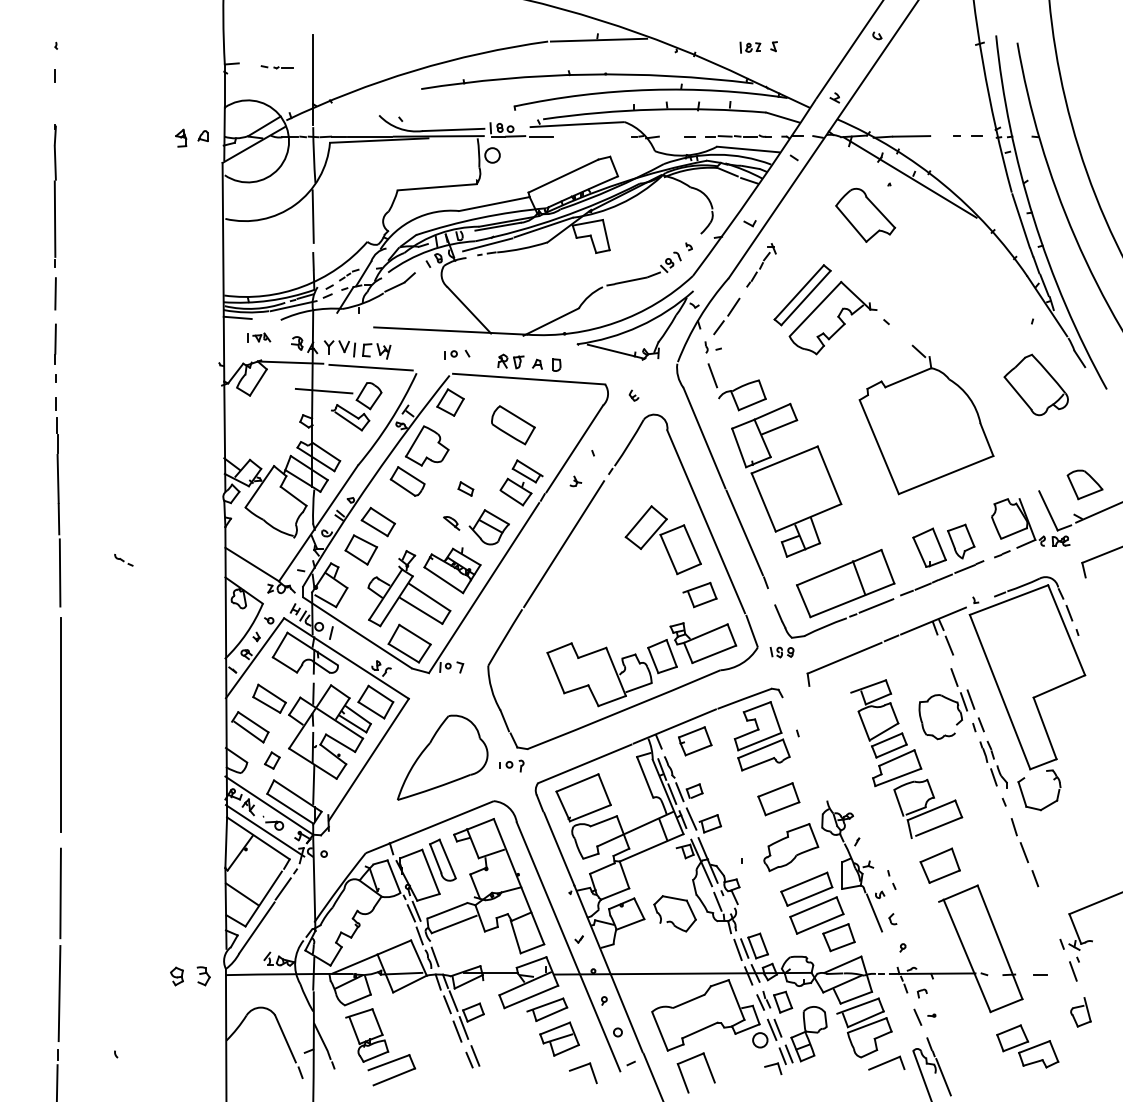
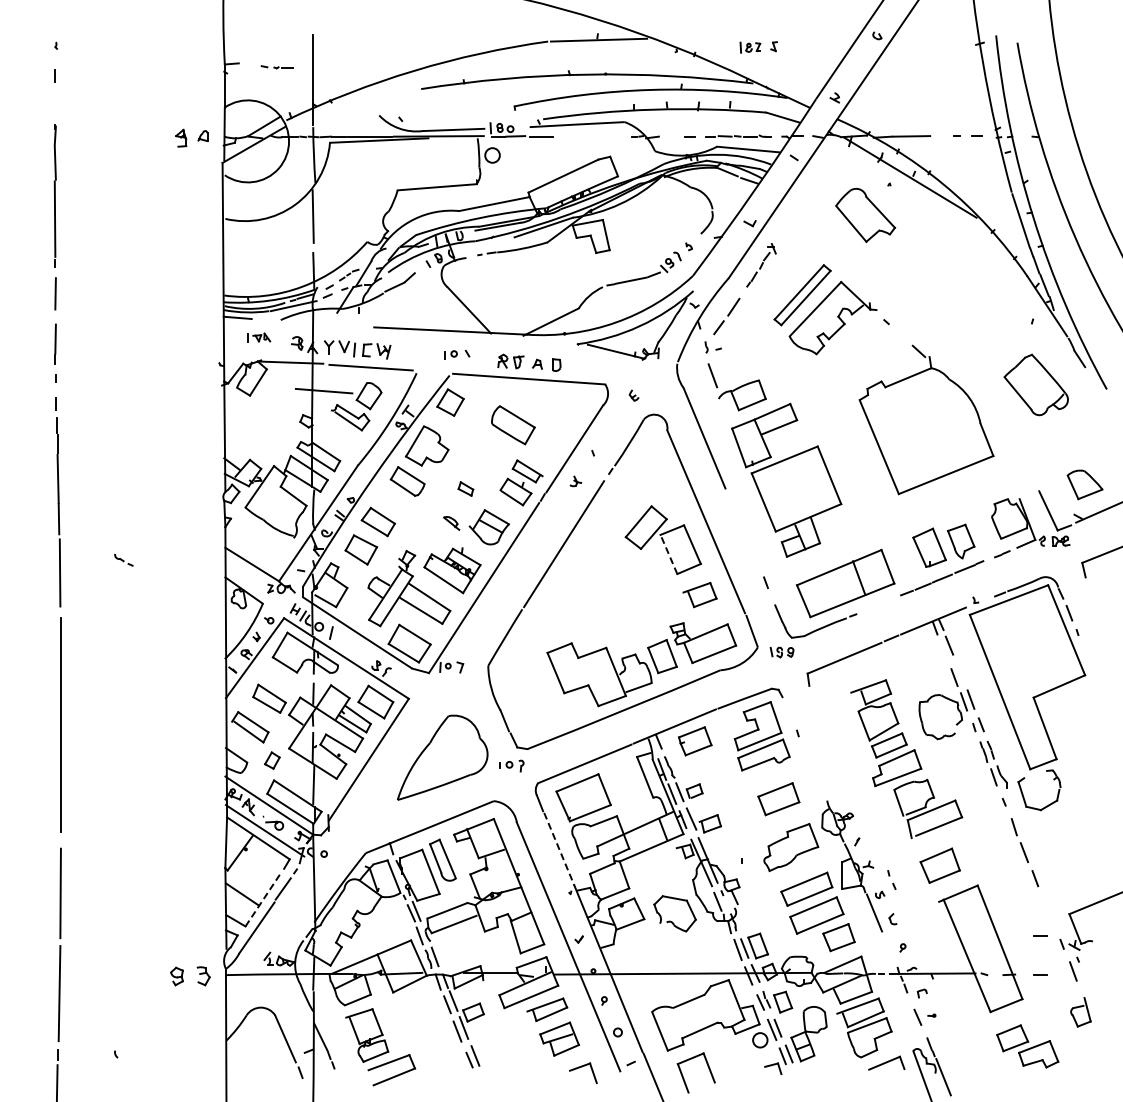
line at (487, 244): present -> none
line at (744, 532): present -> none
line at (668, 554): solid -> dashed
line at (876, 605): present -> none
line at (559, 849): solid -> dashed
line at (263, 899): solid -> dashed
line at (1040, 935): none -> present
